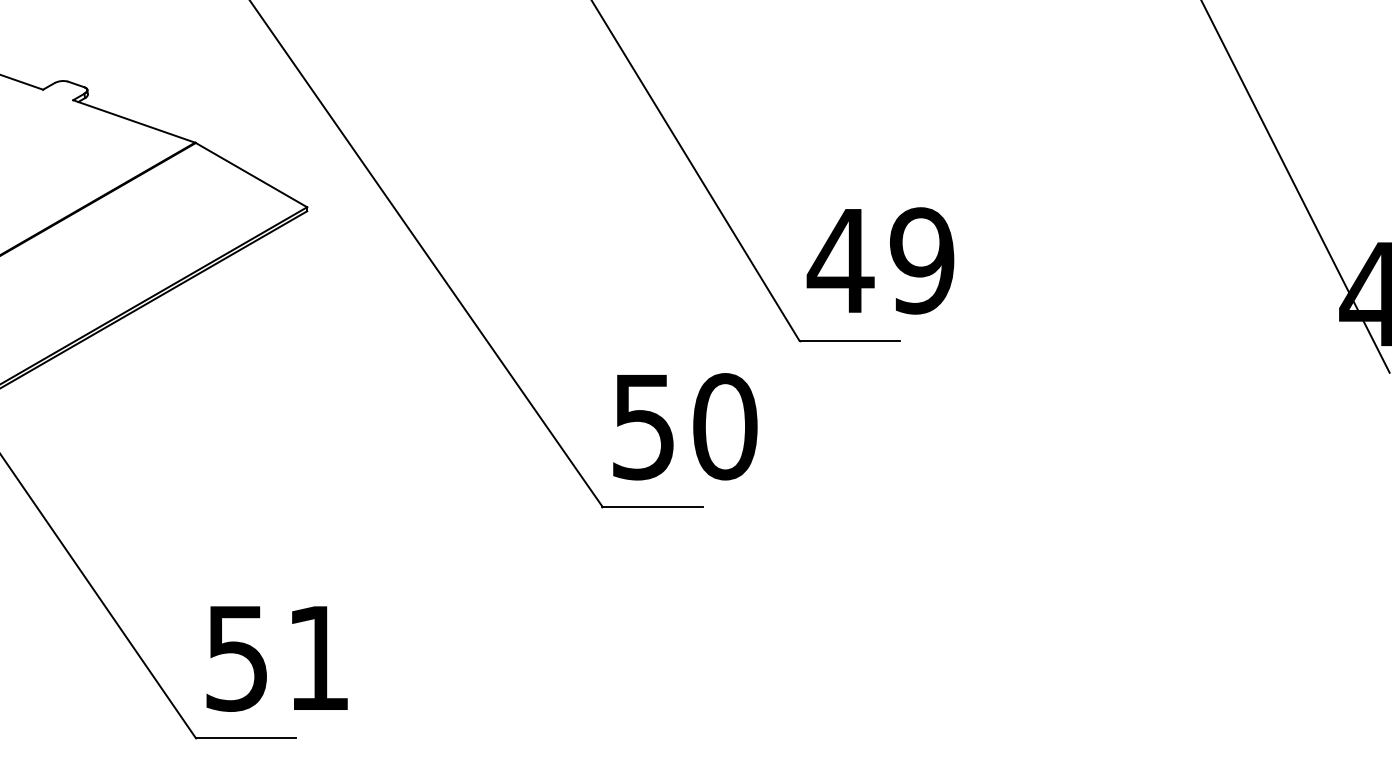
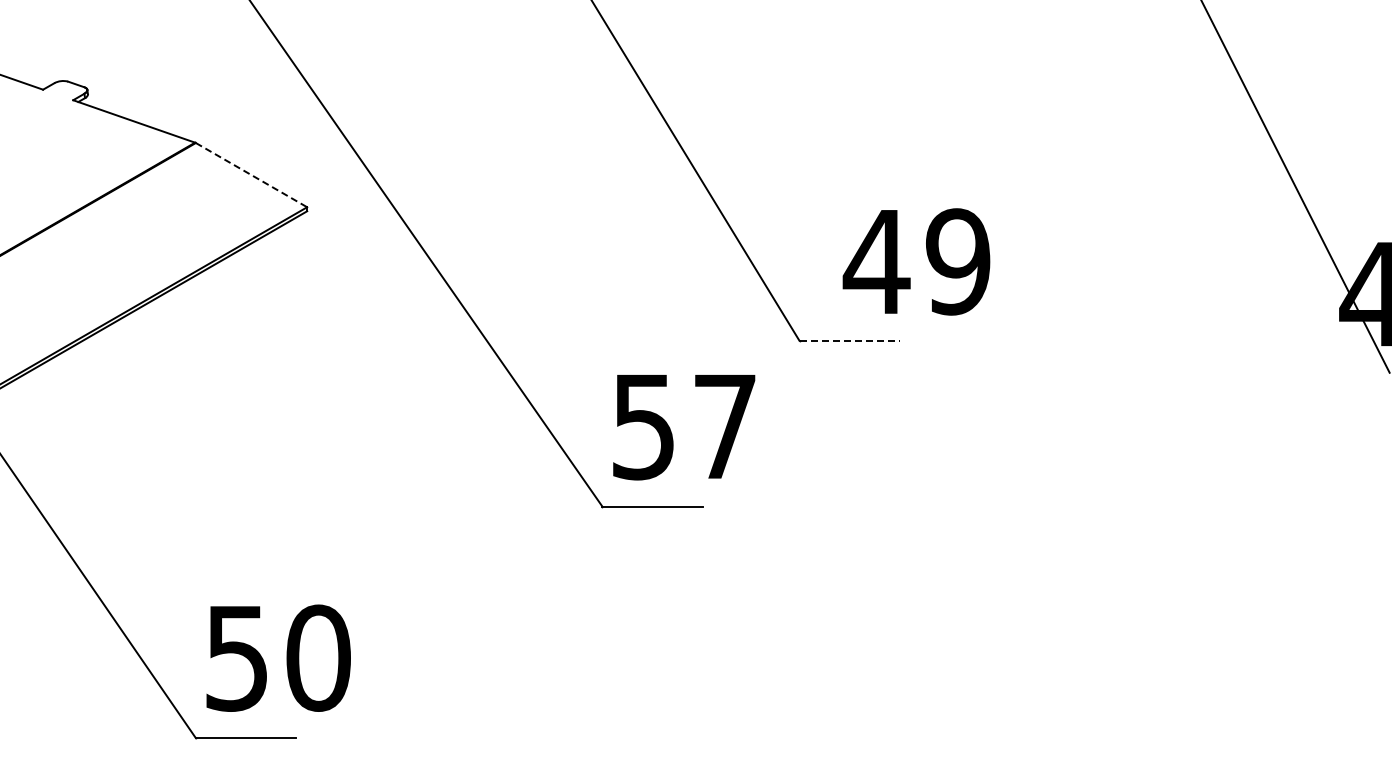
line at (251, 175): solid -> dashed
text at (880, 260) position: (880, 260) -> (916, 261)
line at (850, 340): solid -> dashed
text at (725, 426): 50 -> 57
text at (318, 657): 51 -> 50
